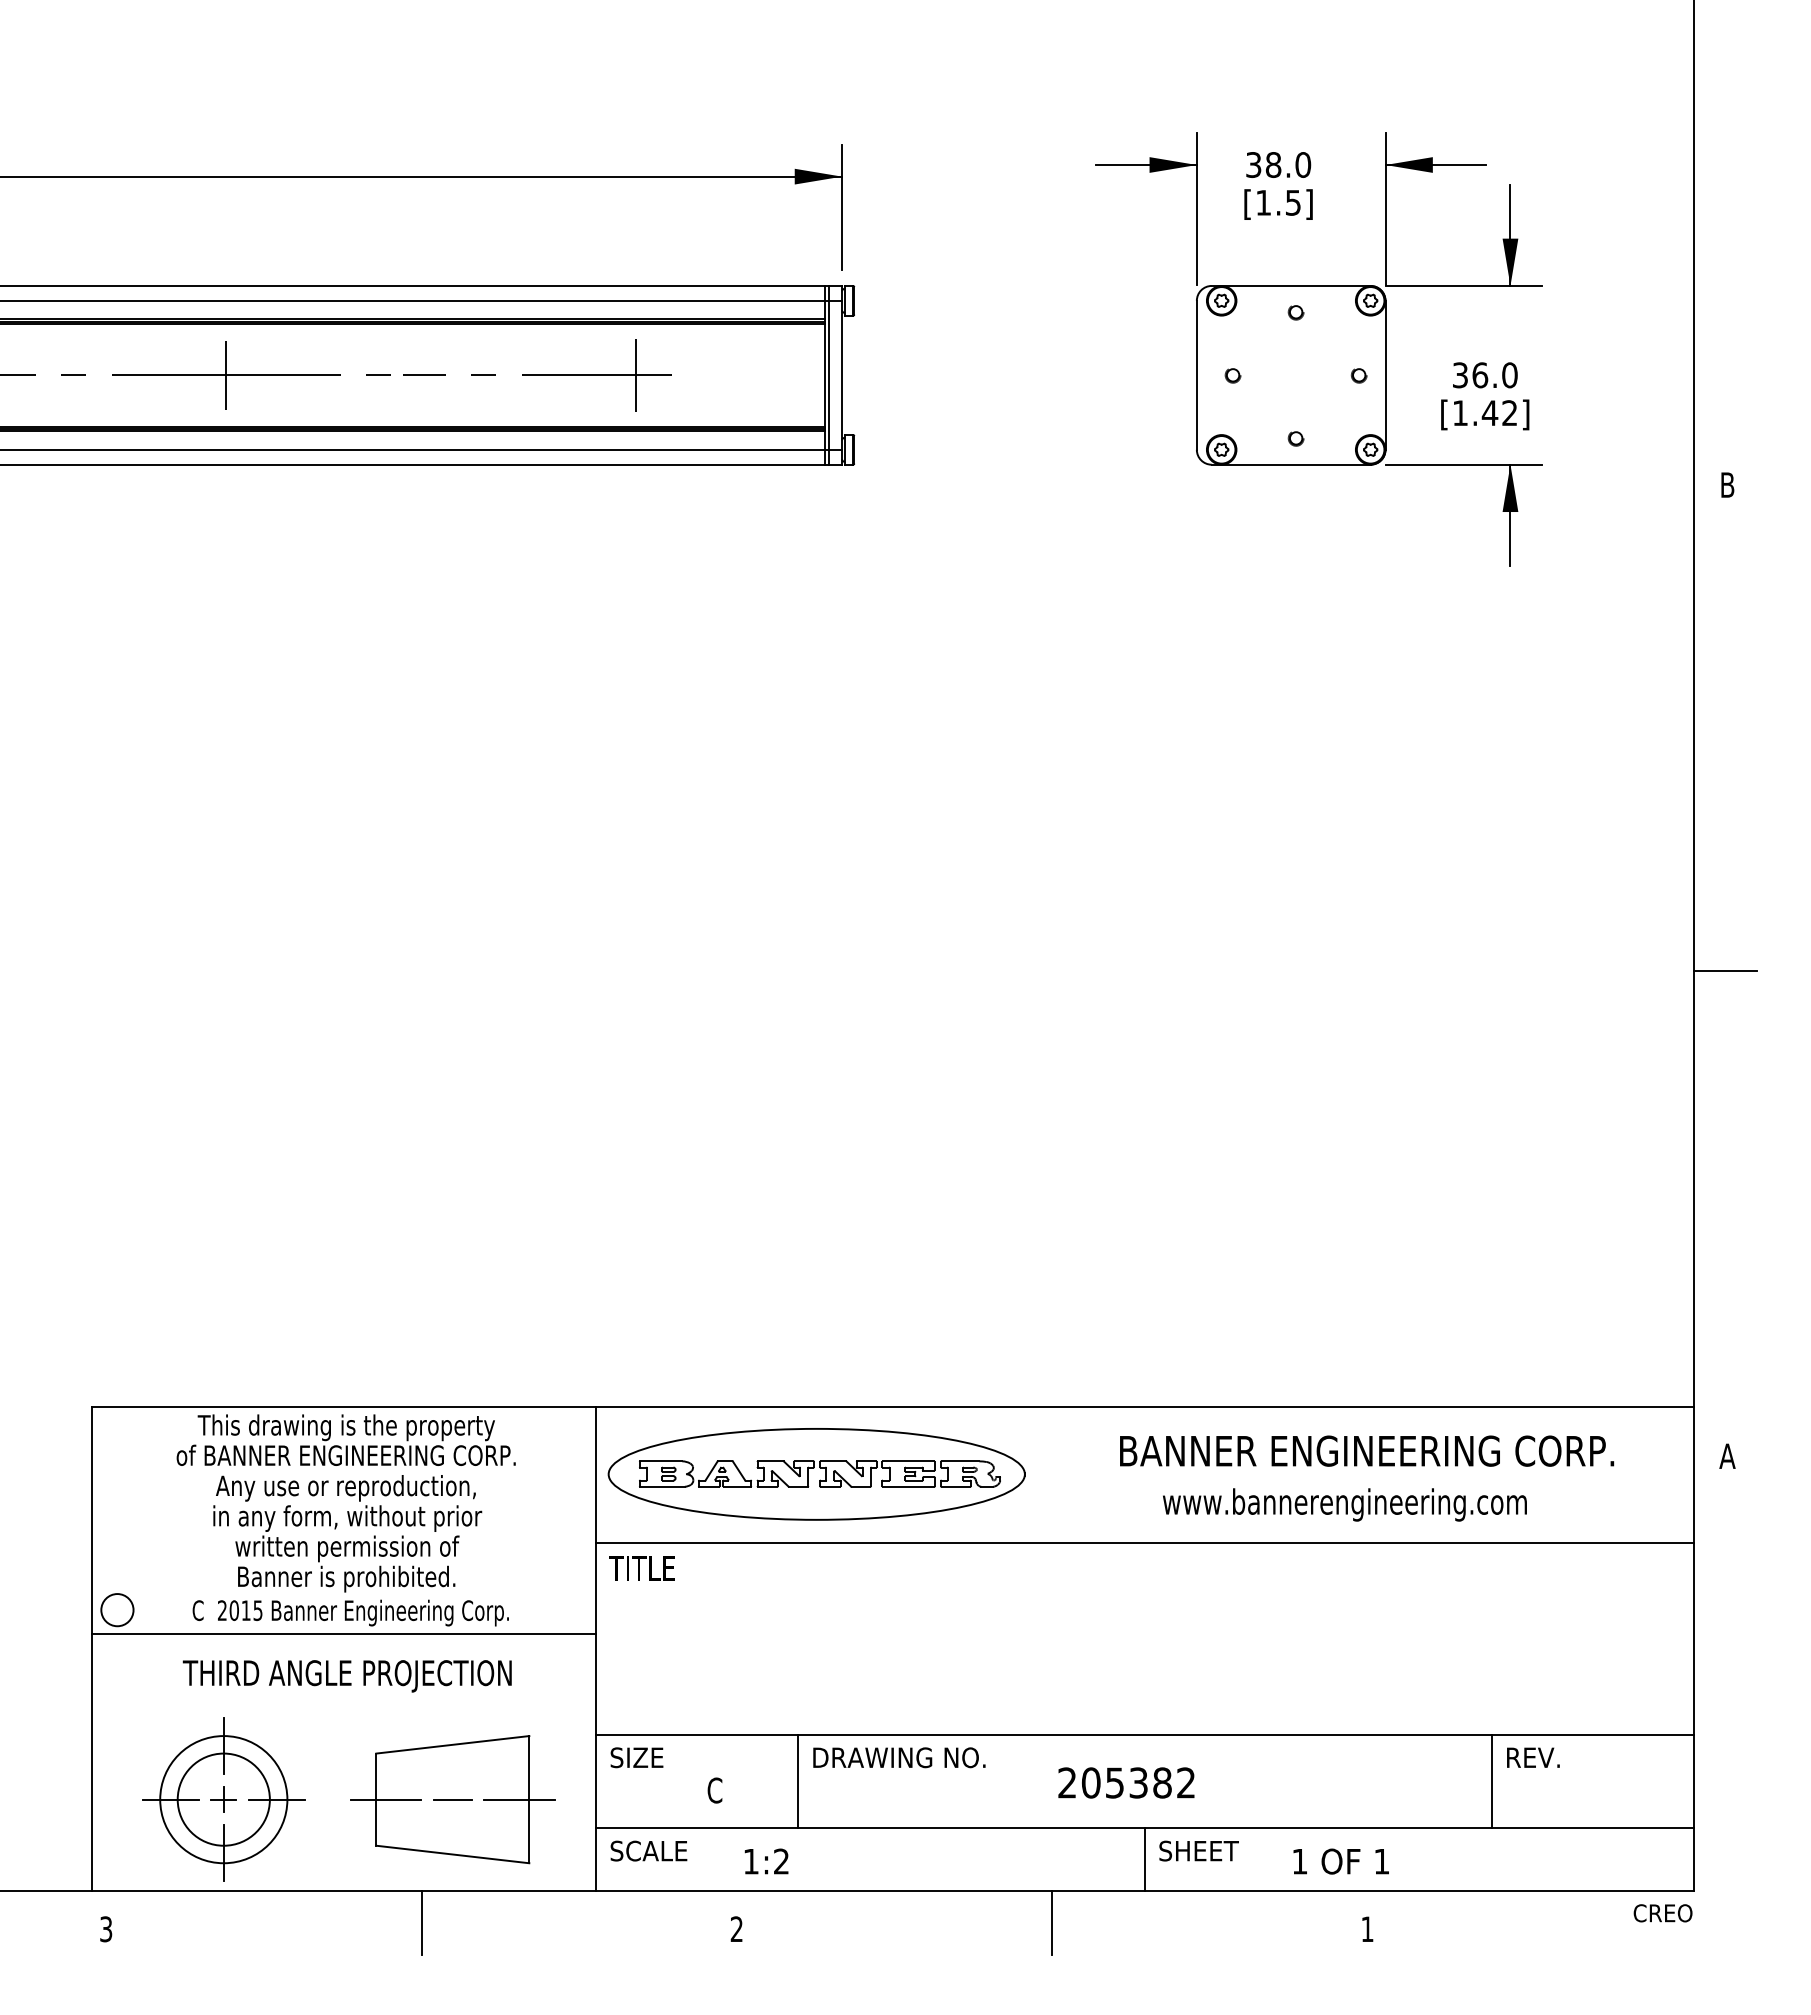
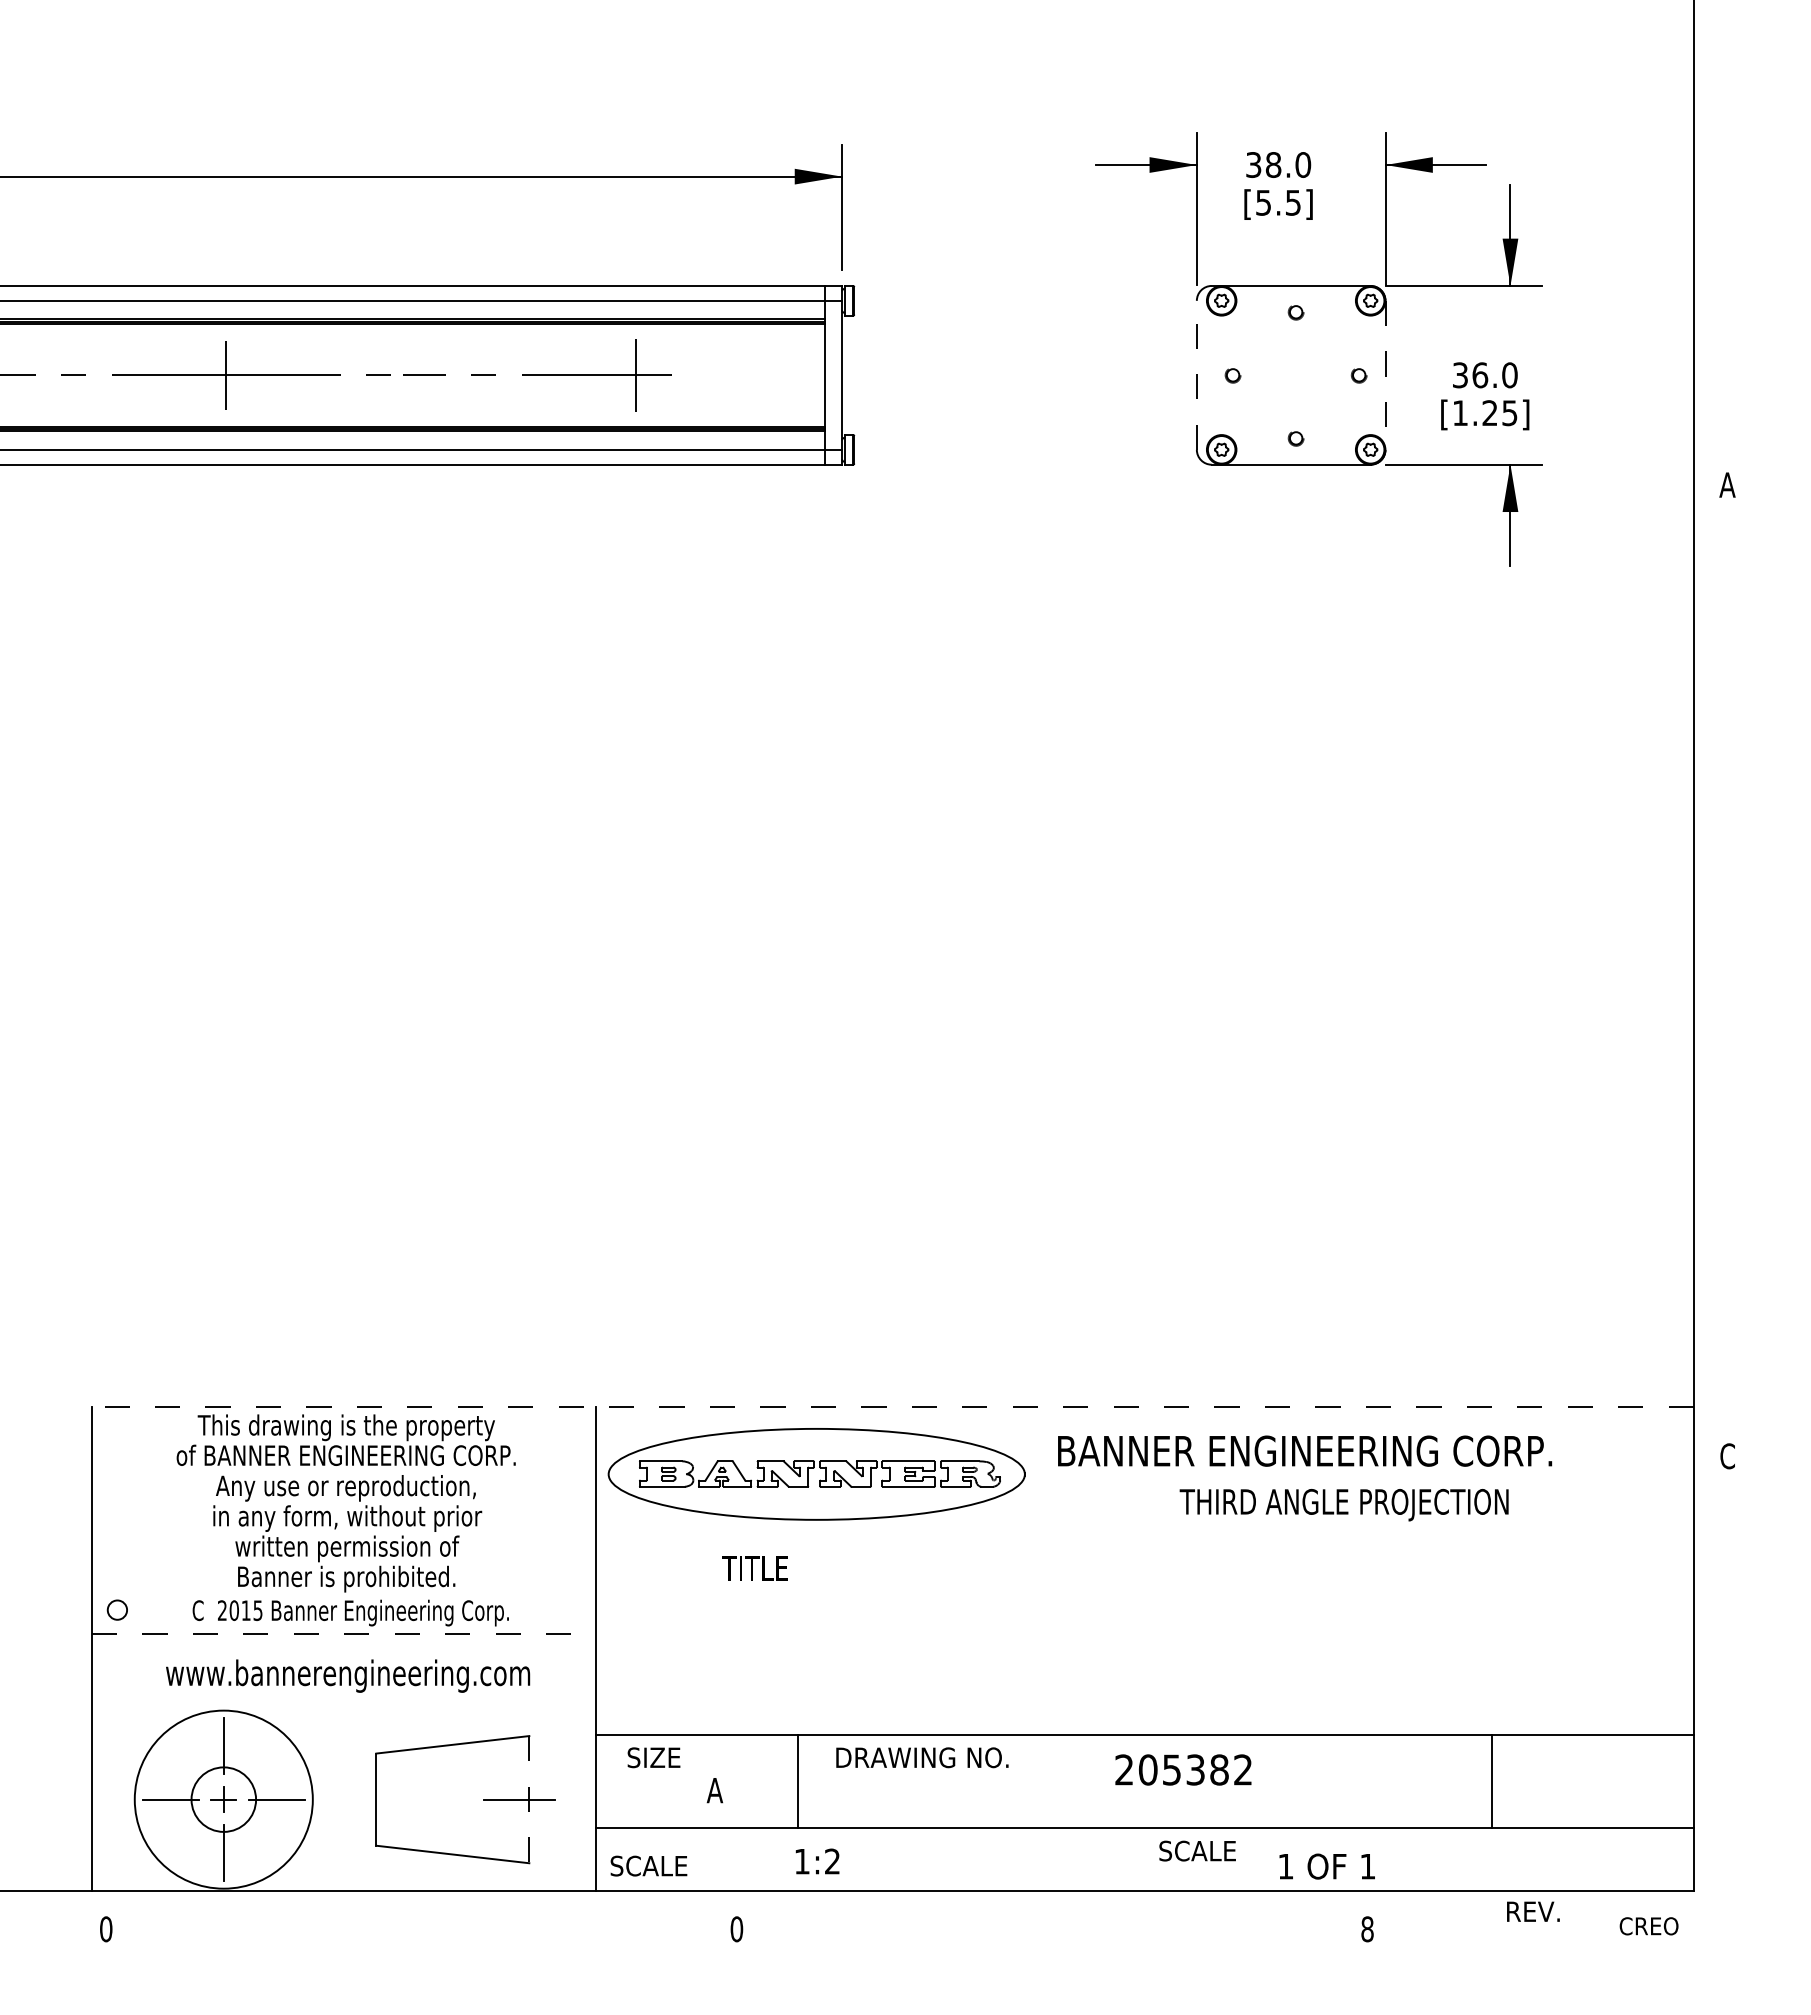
text at (1263, 202): [1.5] -> [5.5]
line at (829, 374): present -> none
line at (1196, 374): solid -> dashed
line at (1385, 375): solid -> dashed
text at (1499, 413): [1.42] -> [1.25]
text at (1727, 484): B -> A
line at (1724, 970): present -> none
line at (892, 1407): solid -> dashed
text at (1367, 1450) position: (1367, 1450) -> (1305, 1450)
text at (1727, 1456): A -> C
text at (1344, 1504): www.bannerengineering.com -> THIRD ANGLE PROJECTION
line at (1144, 1543): present -> none
text at (641, 1568) position: (641, 1568) -> (754, 1568)
circle at (117, 1610) diameter: 32 px -> 19 px
line at (344, 1634): solid -> dashed
text at (348, 1675): THIRD ANGLE PROJECTION -> www.bannerengineering.com
text at (636, 1757) position: (636, 1757) -> (653, 1757)
text at (899, 1757) position: (899, 1757) -> (922, 1757)
text at (1533, 1757) position: (1533, 1757) -> (1533, 1911)
text at (1126, 1782) position: (1126, 1782) -> (1183, 1769)
text at (714, 1790): C -> A
circle at (223, 1799) diameter: 127 px -> 178 px
circle at (223, 1799) diameter: 92 px -> 65 px
line at (386, 1799): present -> none
line at (452, 1799): present -> none
line at (529, 1799): solid -> dashed
text at (648, 1850) position: (648, 1850) -> (648, 1865)
text at (1206, 1850): SHEET -> SCALE
line at (1145, 1859): present -> none
text at (766, 1861) position: (766, 1861) -> (817, 1861)
text at (1340, 1861) position: (1340, 1861) -> (1326, 1866)
text at (1662, 1913) position: (1662, 1913) -> (1648, 1926)
line at (421, 1922): present -> none
line at (1052, 1922): present -> none
text at (106, 1929): 3 -> 0
text at (736, 1929): 2 -> 0
text at (1367, 1929): 1 -> 8
